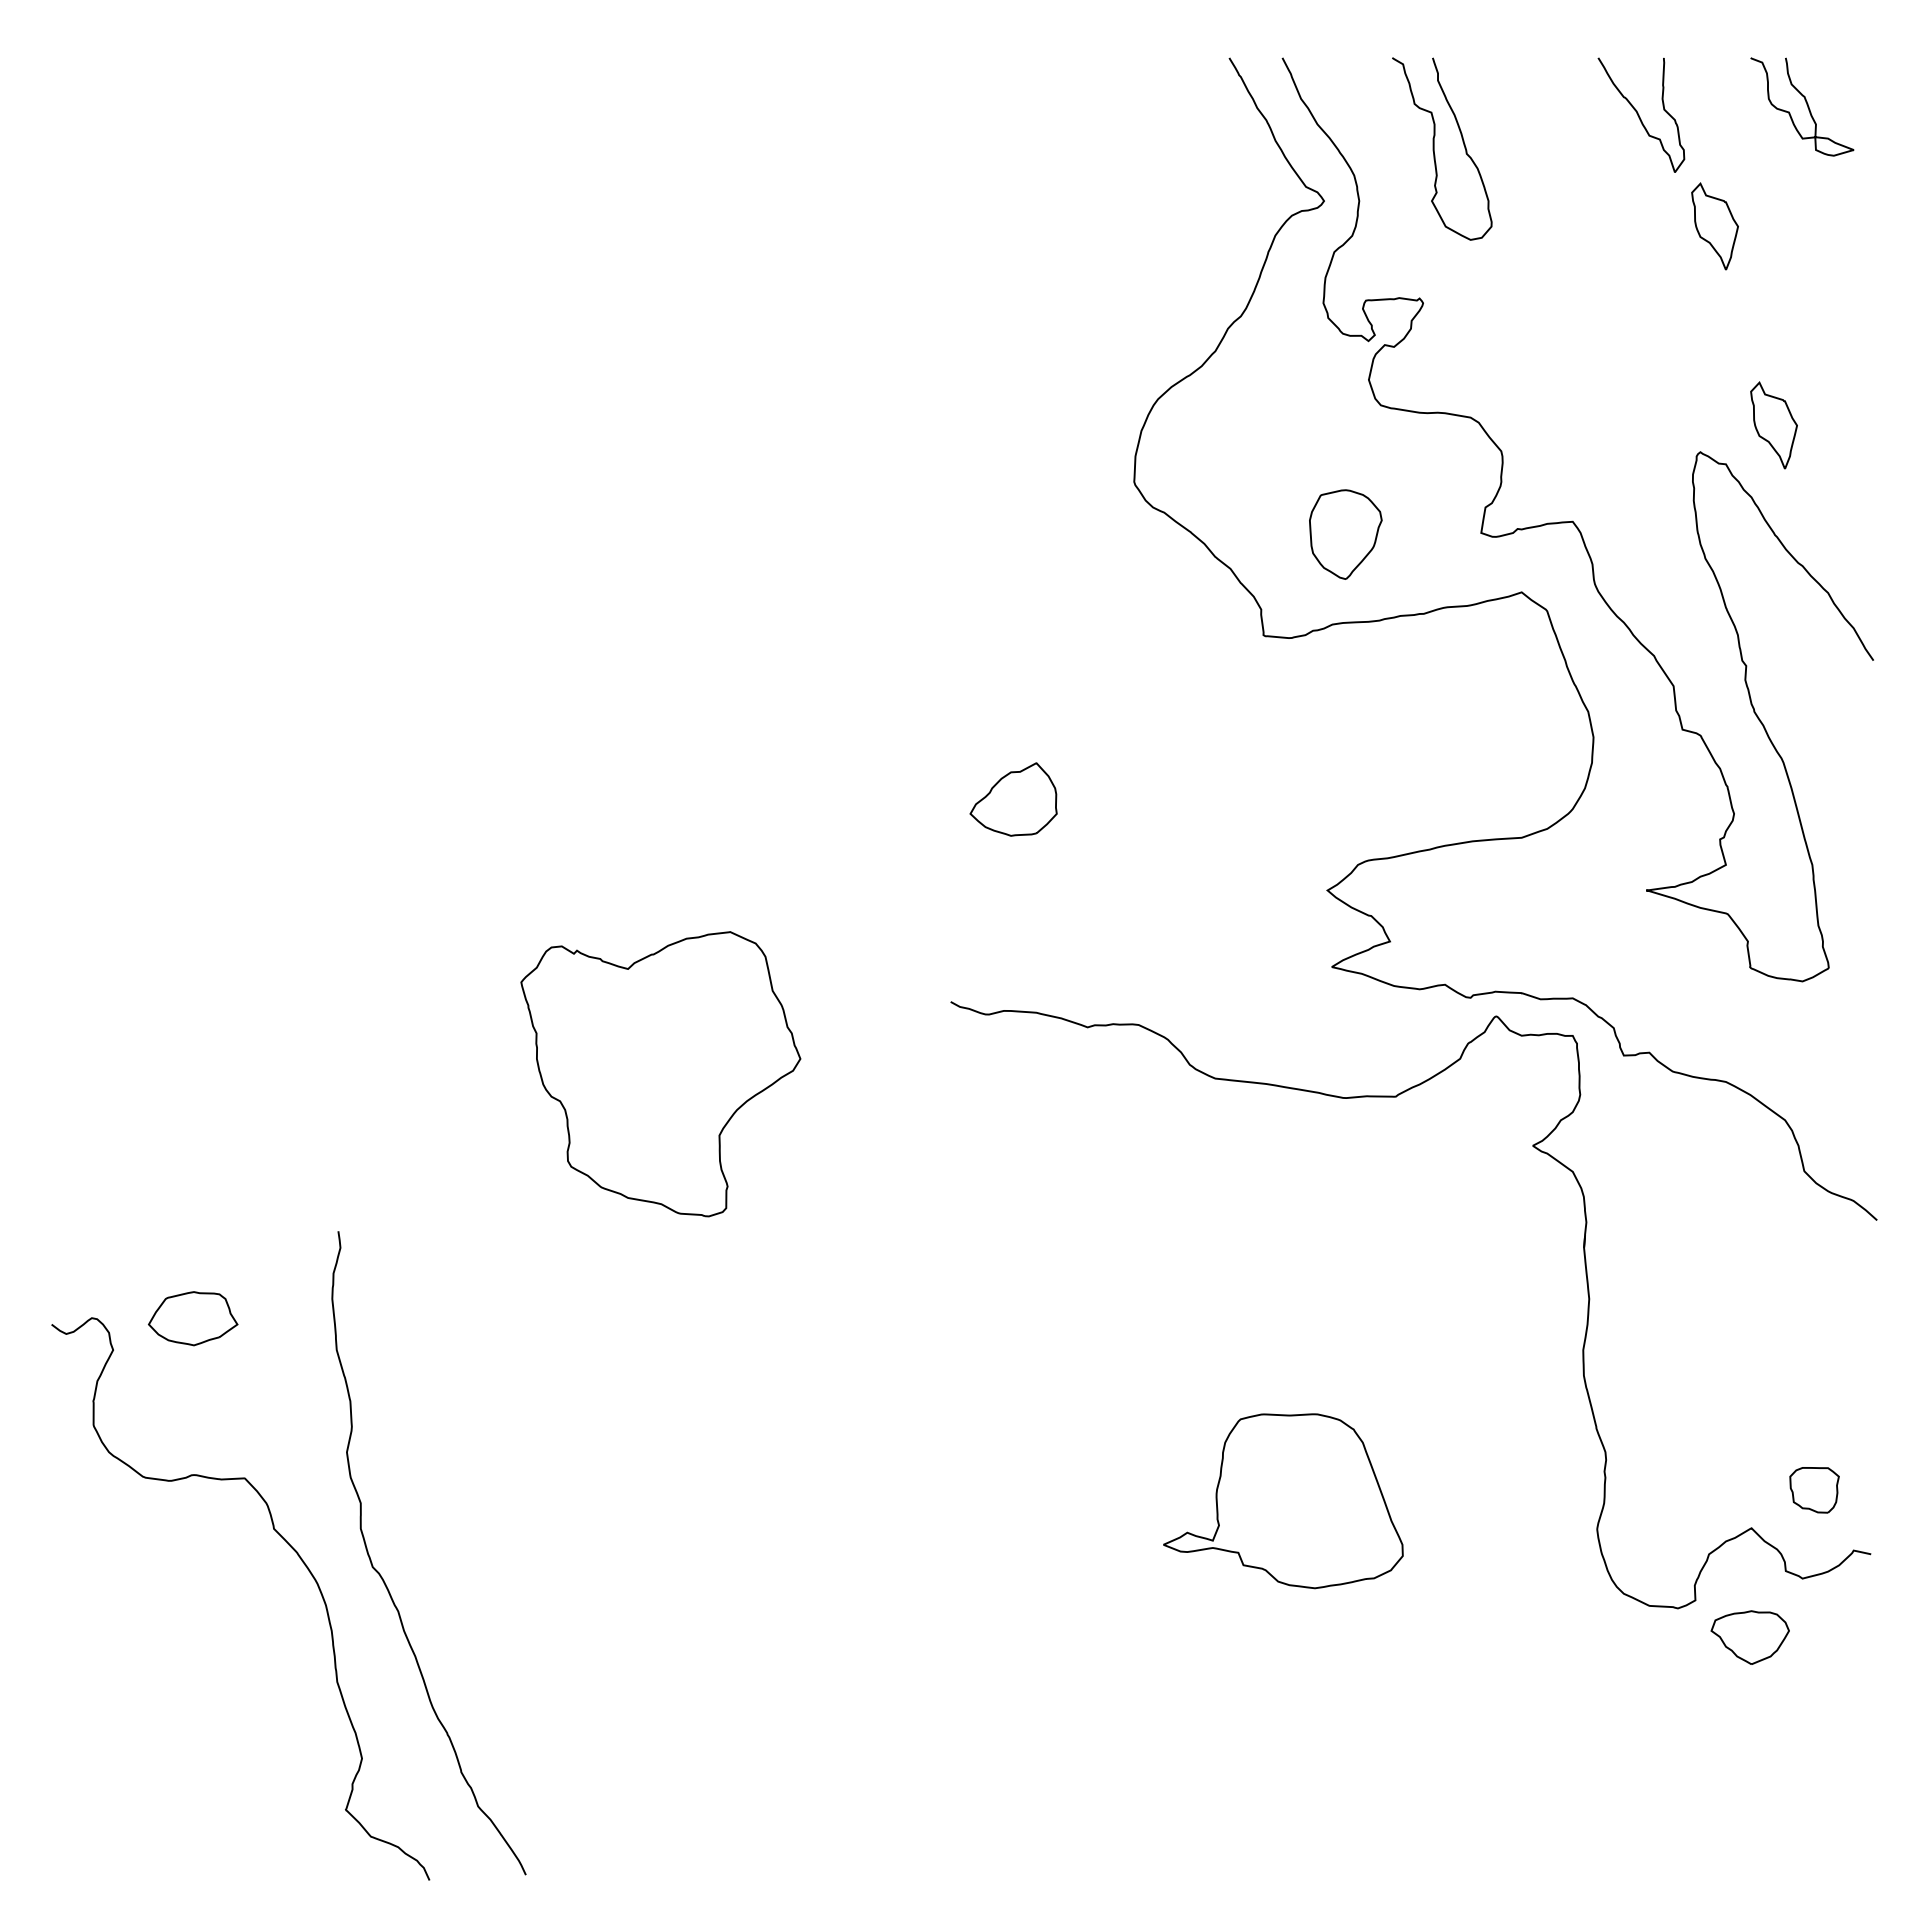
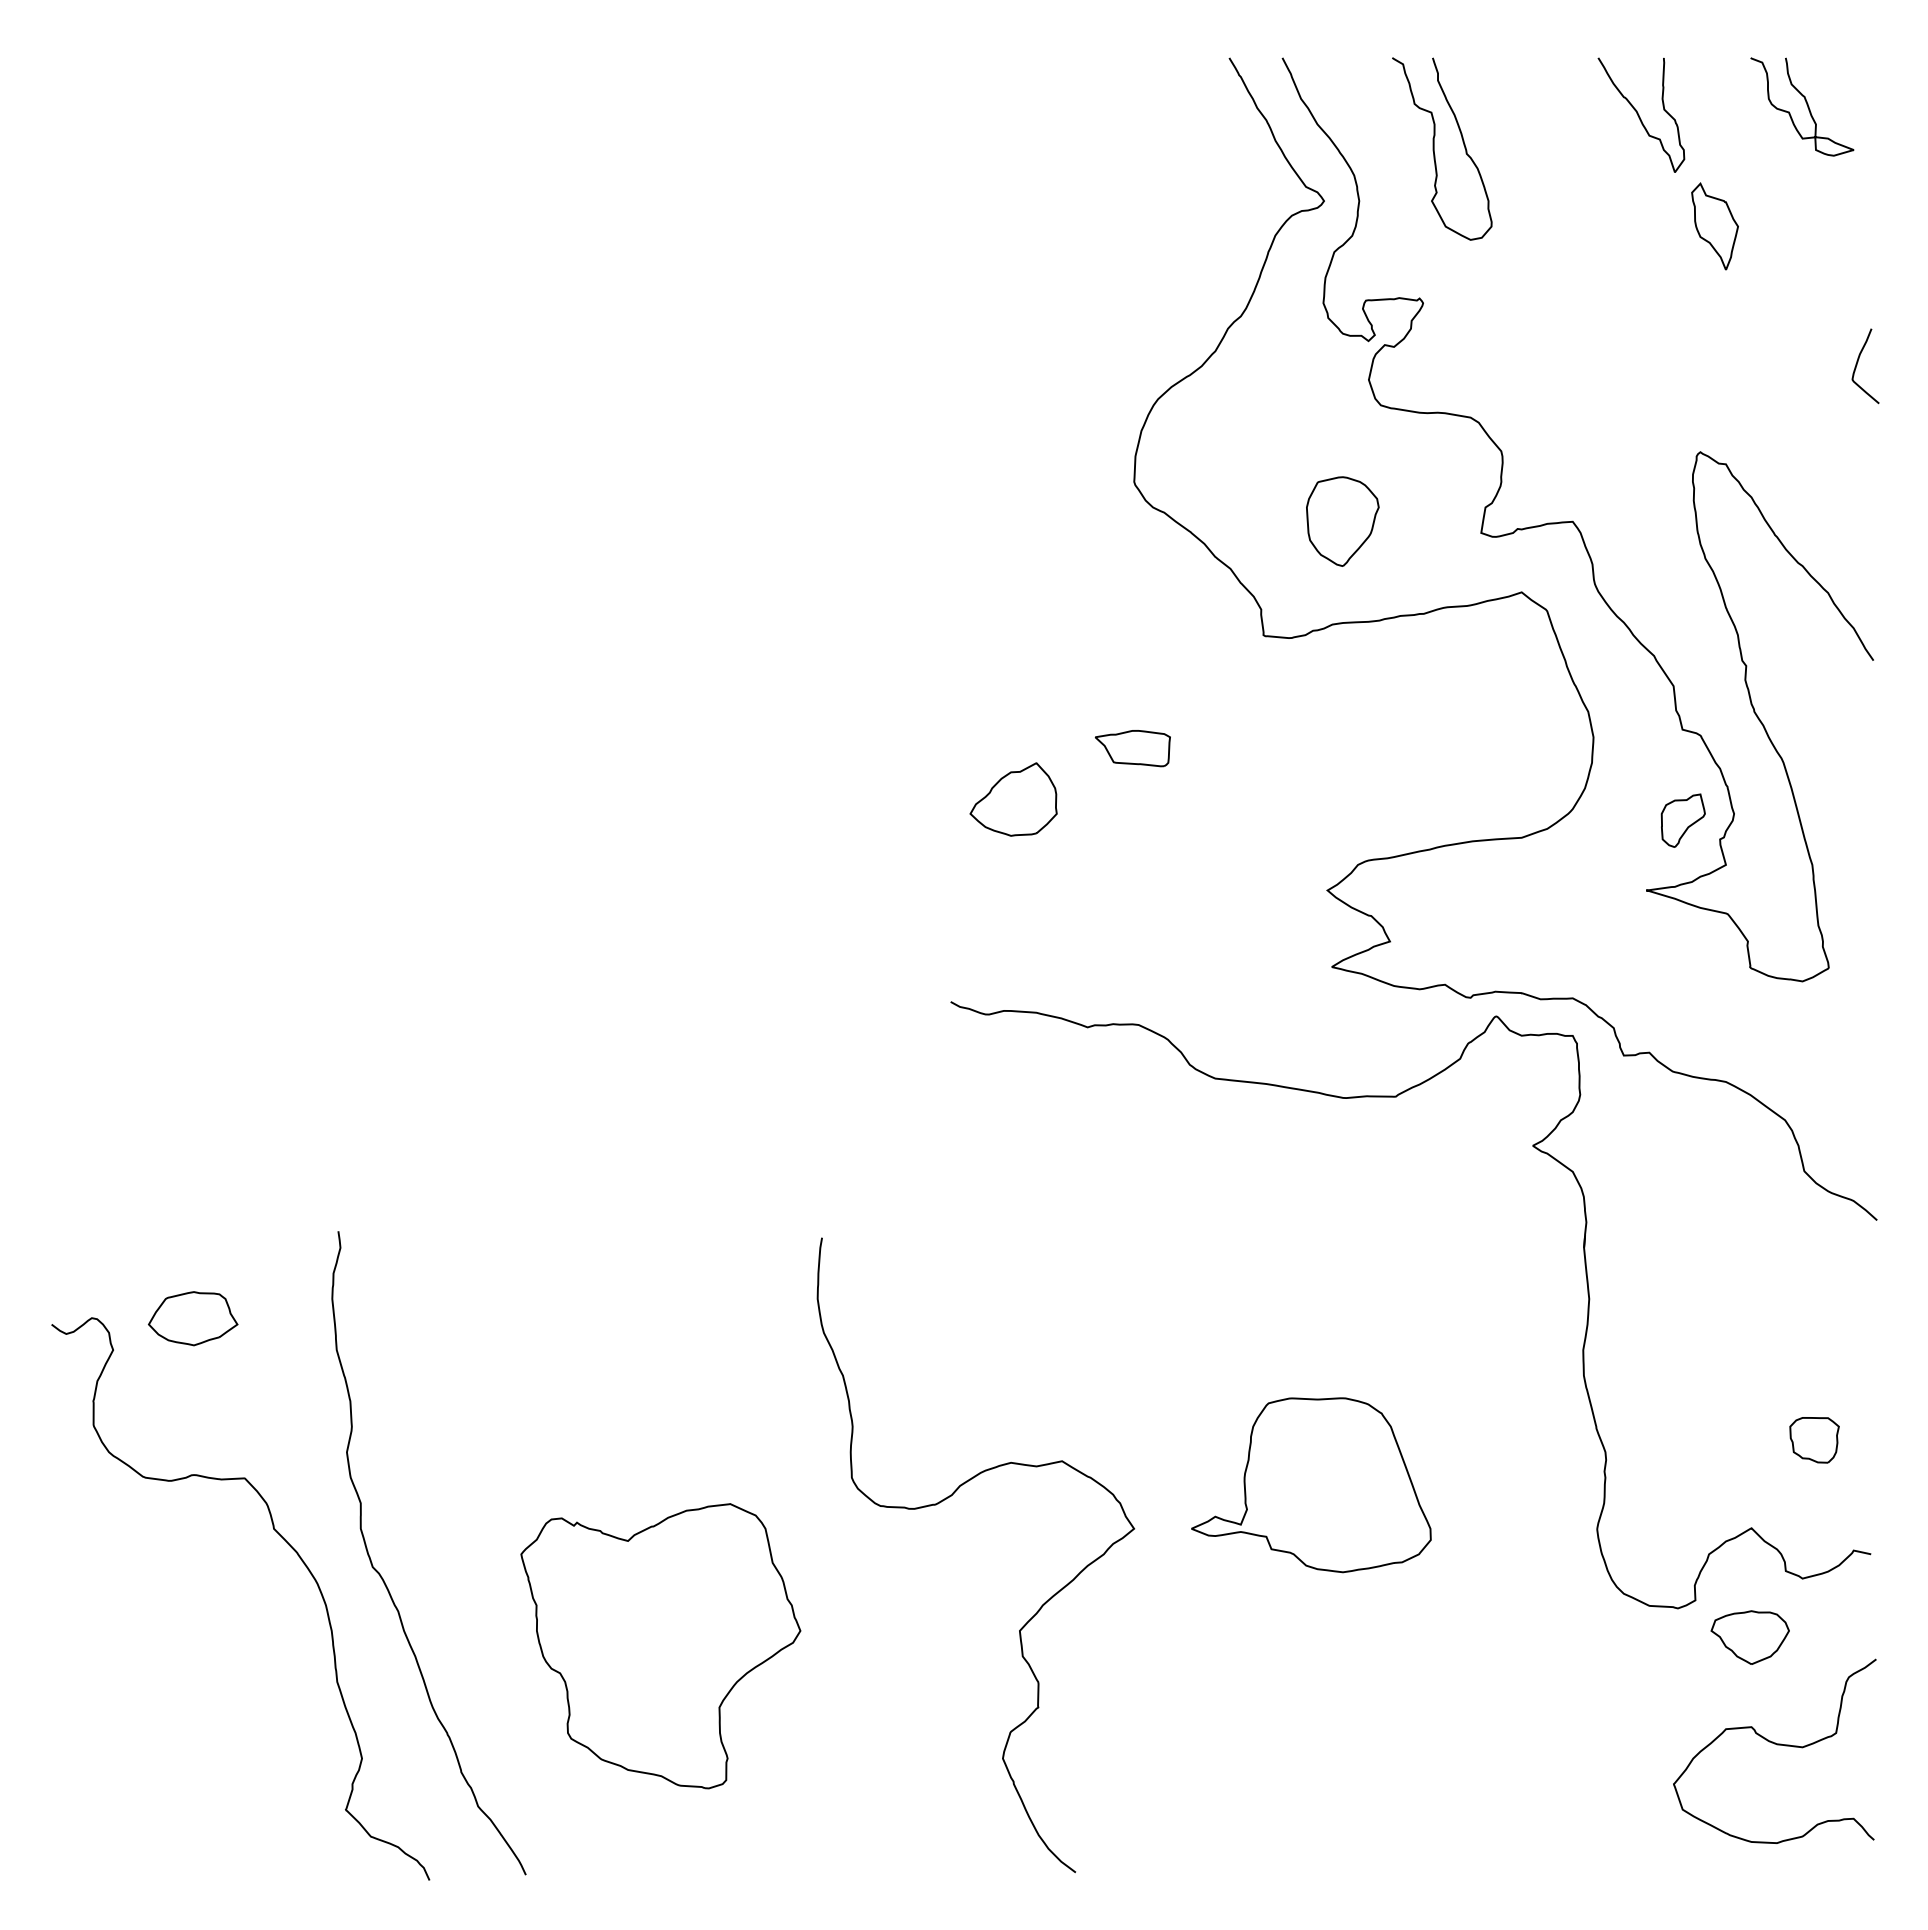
curve at (1858, 362): none -> present
part at (1773, 425): present -> none
part at (1345, 534) position: (1345, 534) -> (1342, 521)
part at (1132, 748): none -> present
part at (1682, 820): none -> present
part at (660, 1074) position: (660, 1074) -> (660, 1646)
part at (1814, 1490) position: (1814, 1490) -> (1814, 1440)
curve at (943, 1501): none -> present
part at (1283, 1501) position: (1283, 1501) -> (1311, 1485)
curve at (1777, 1745): none -> present
